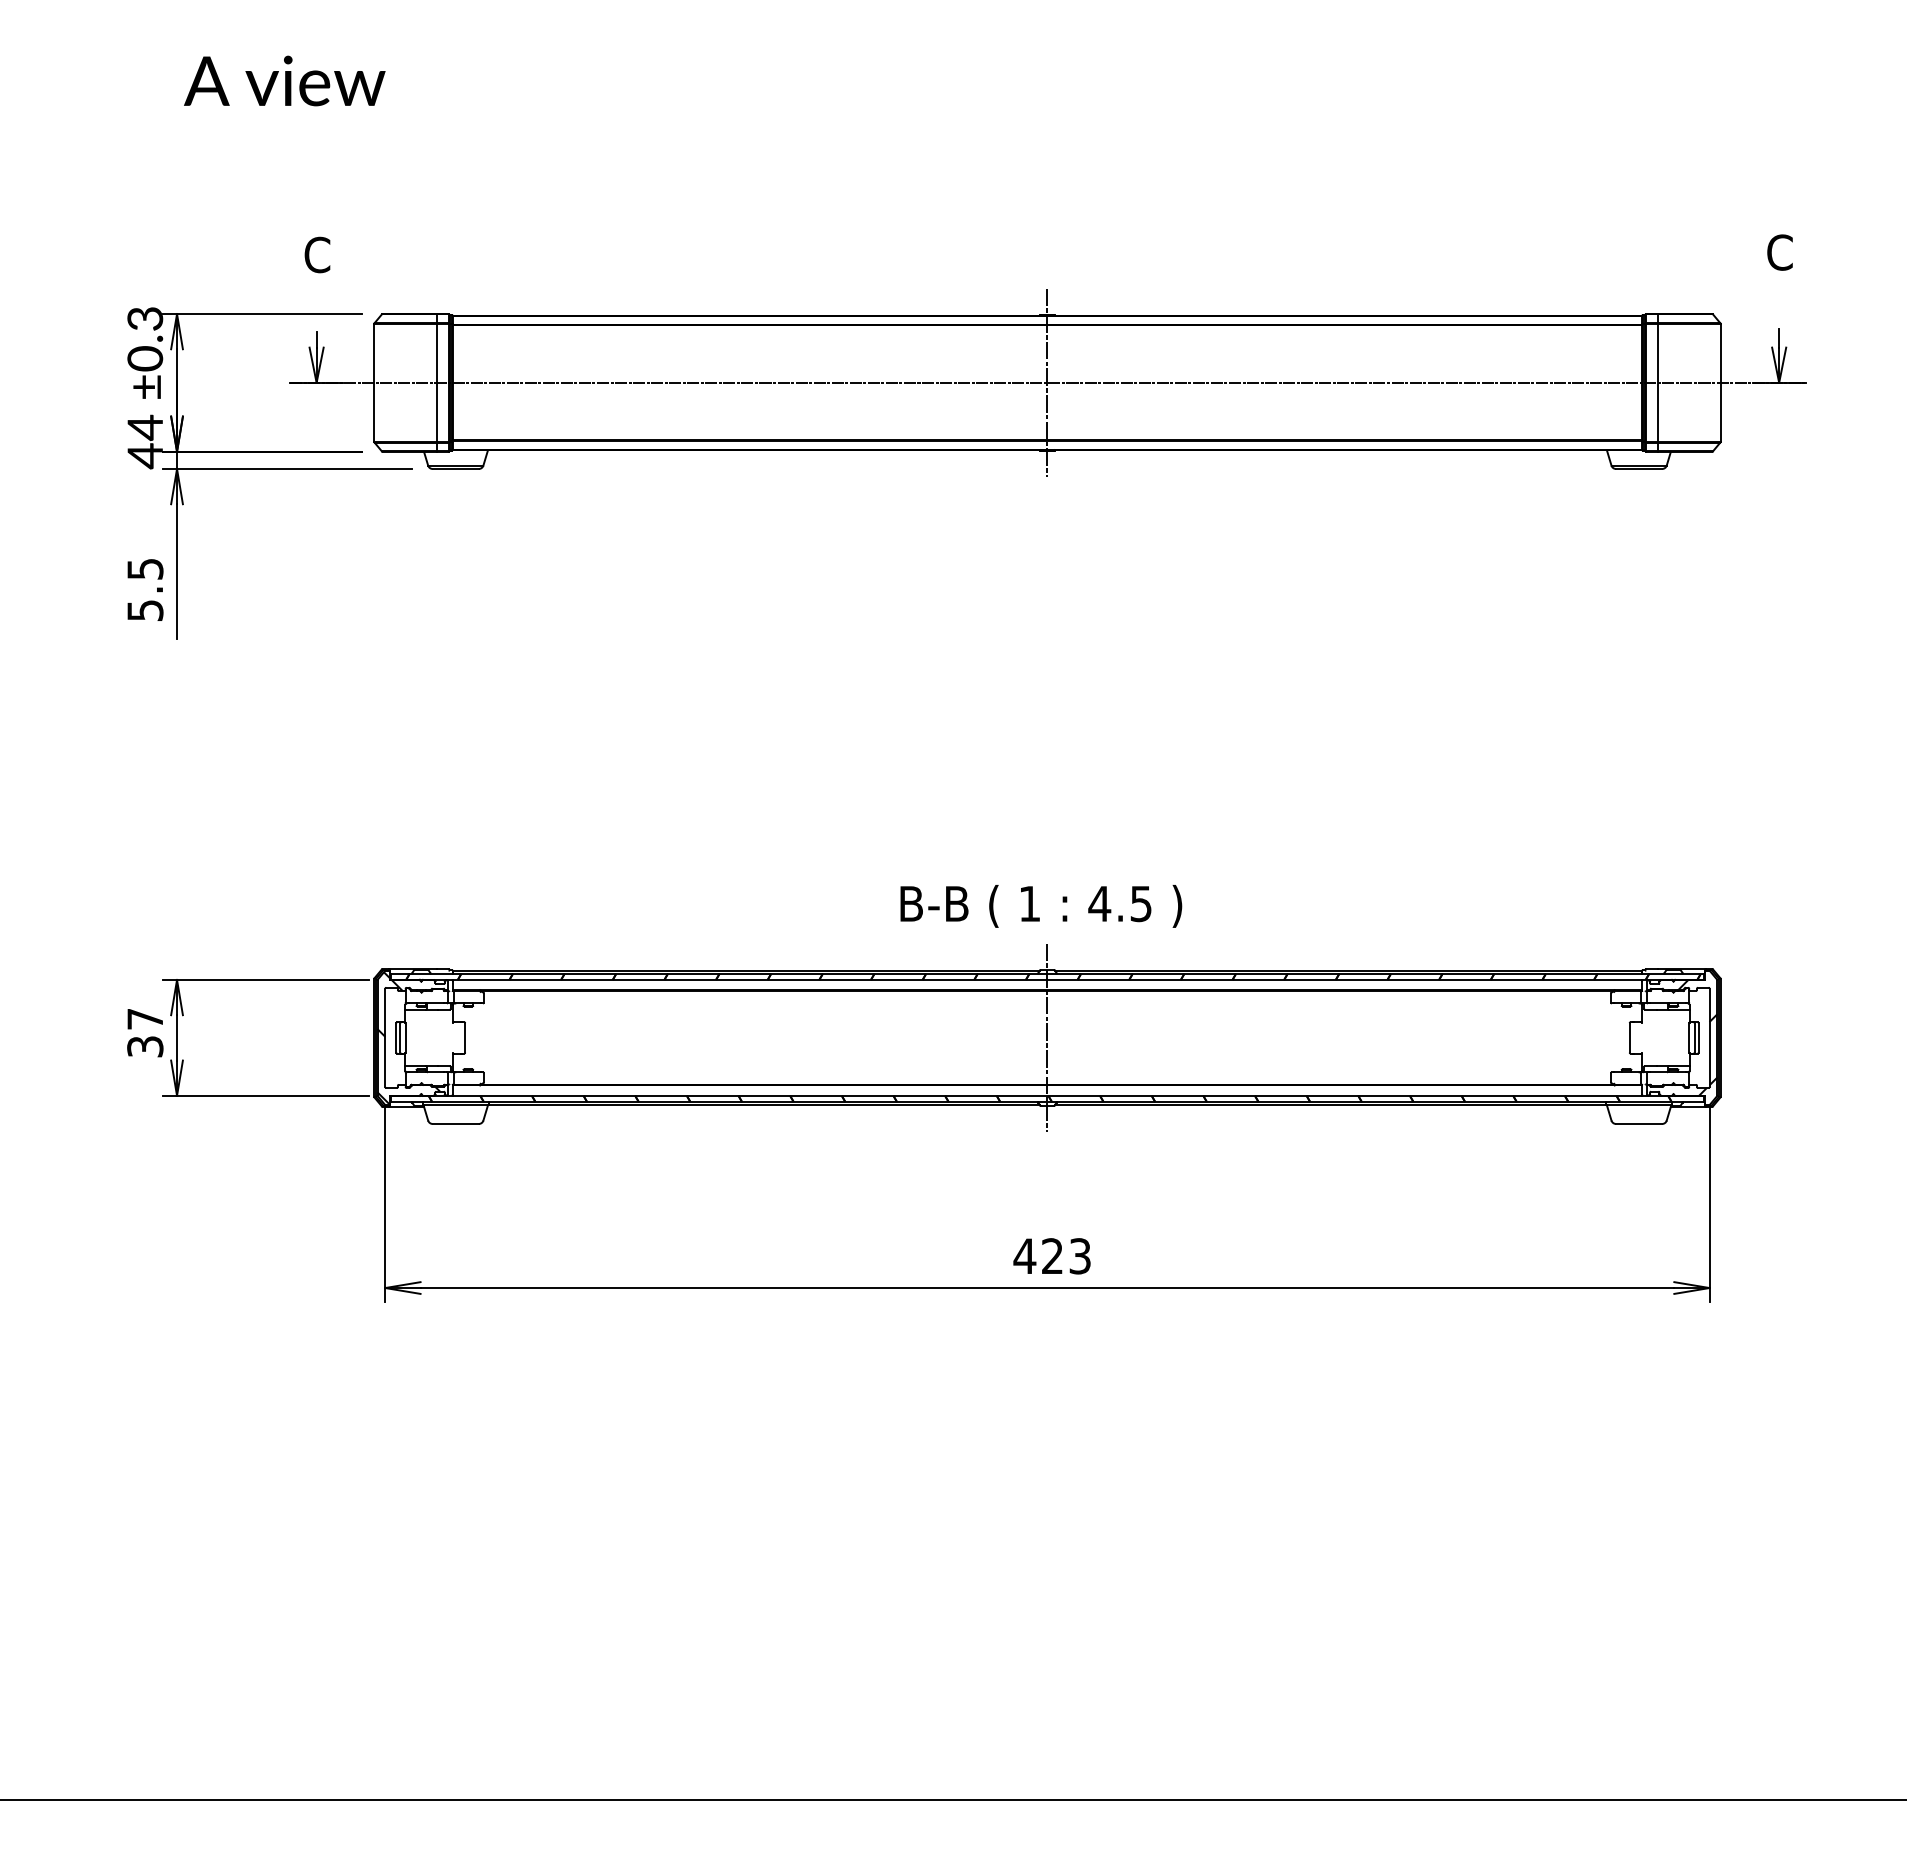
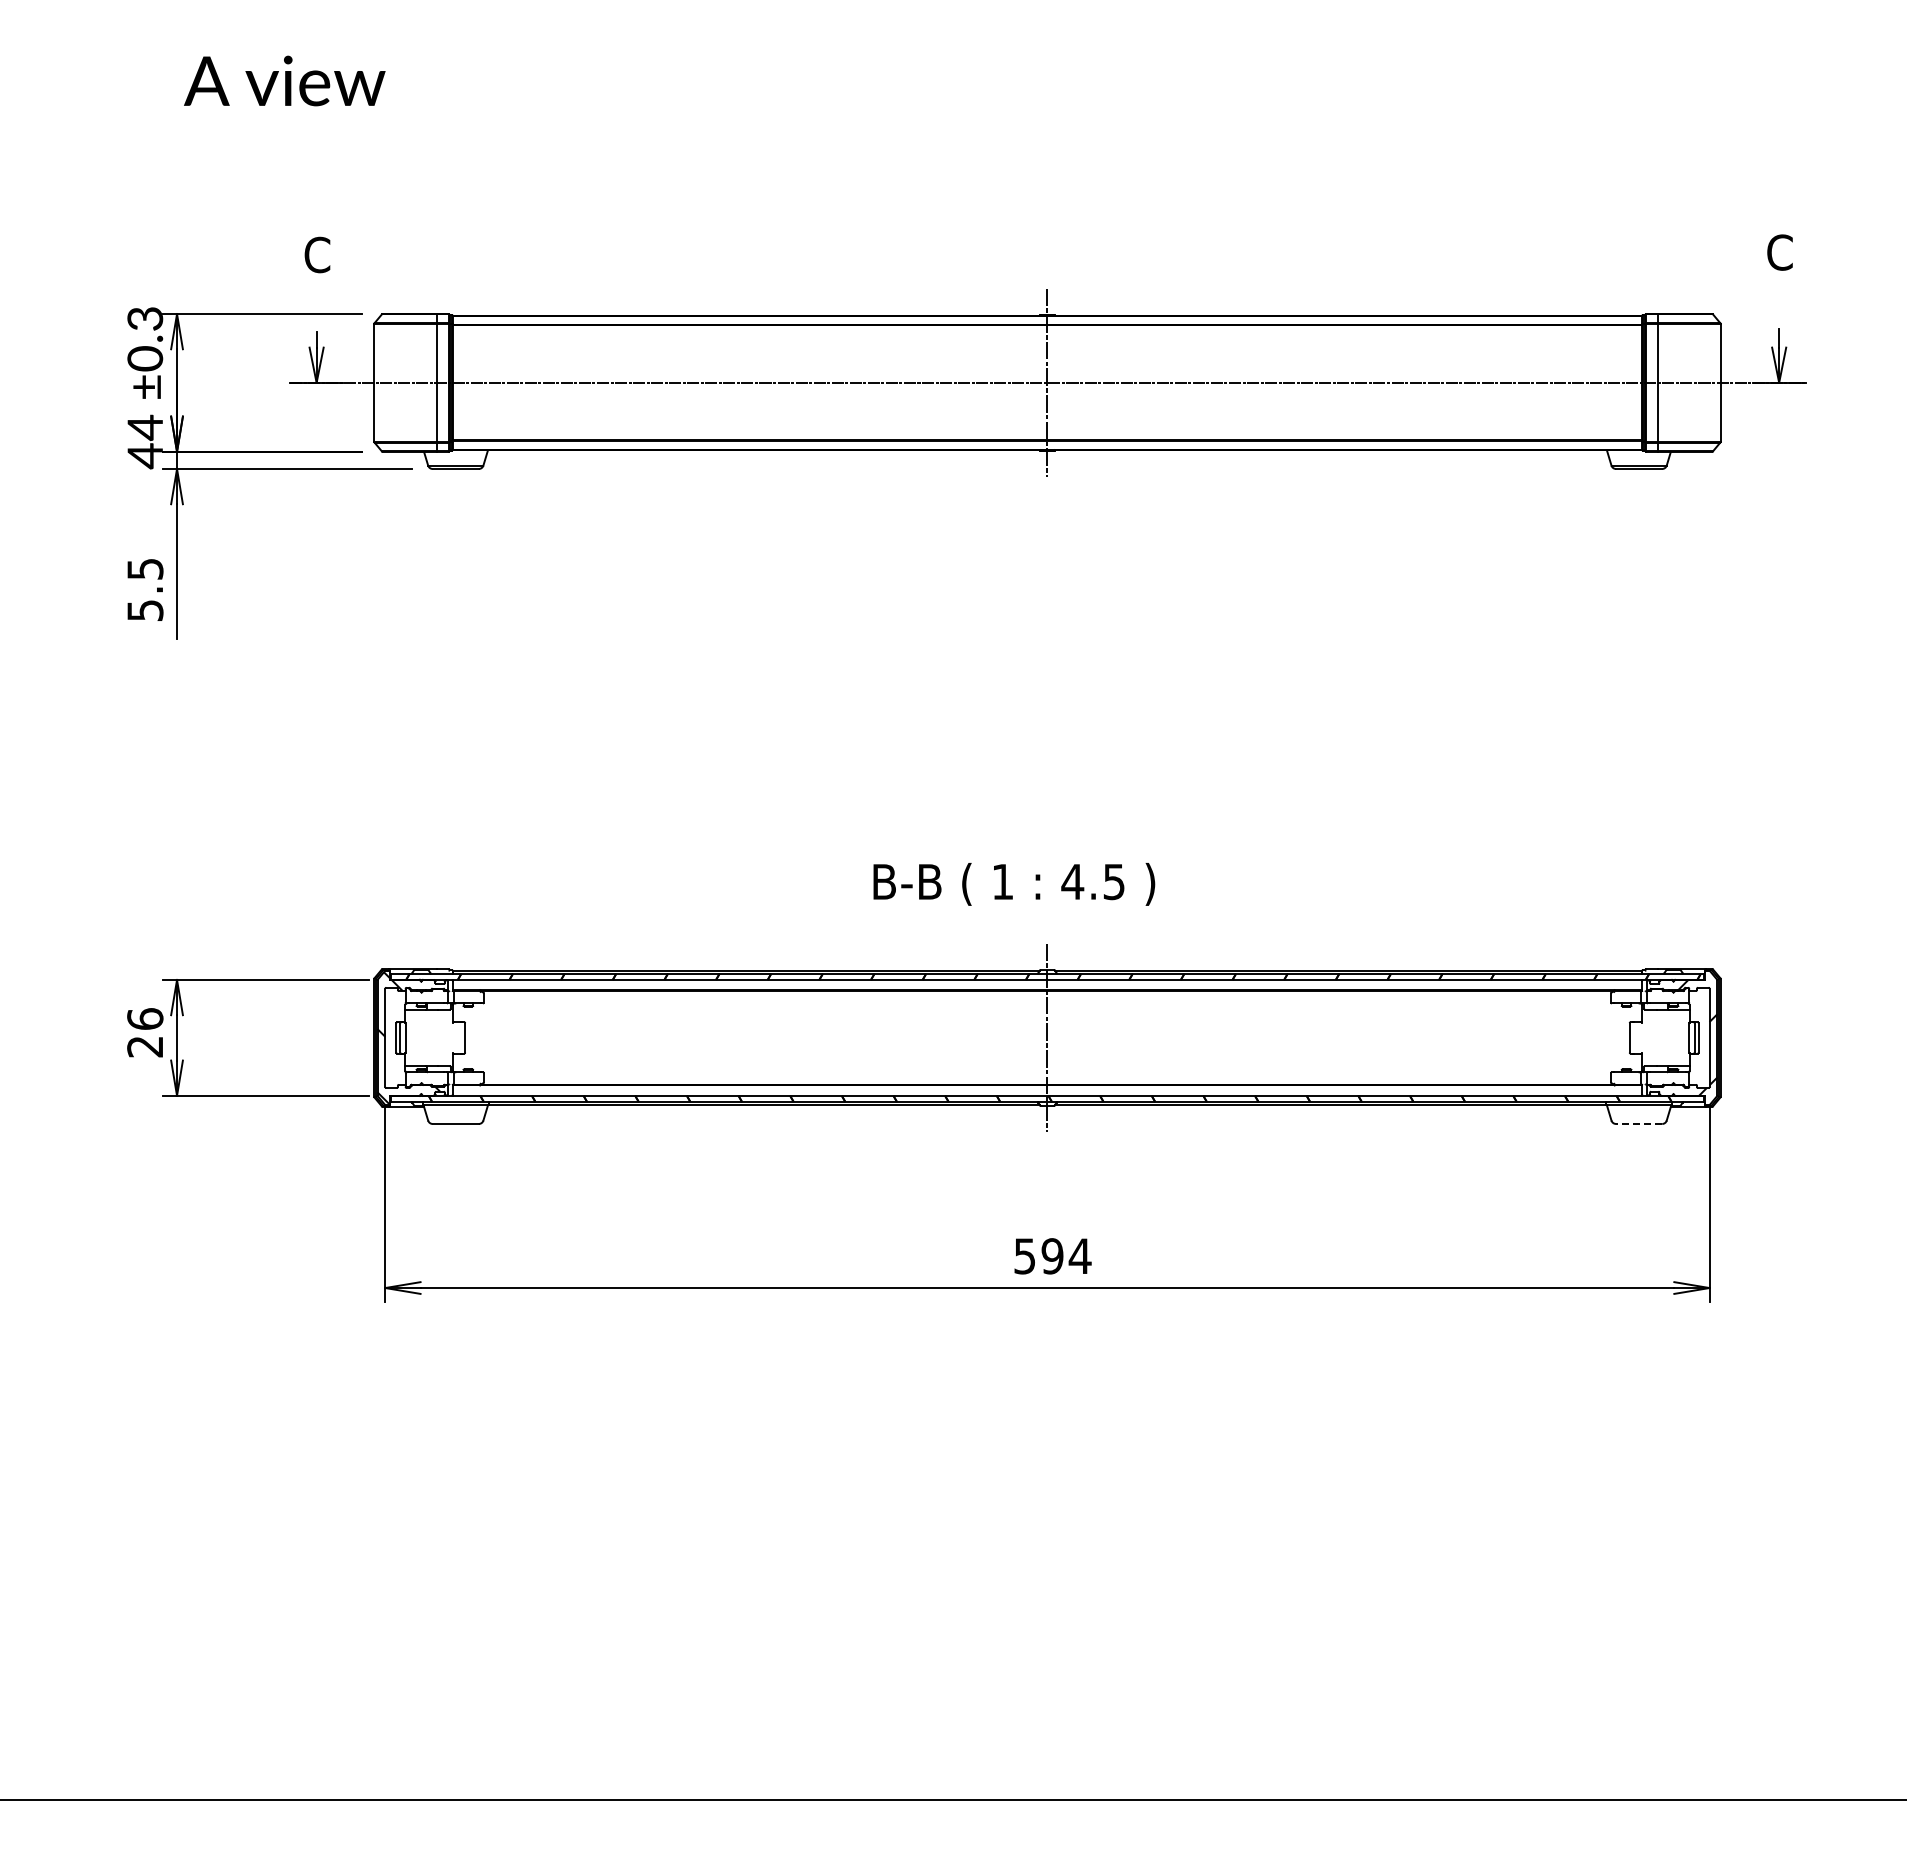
text at (1041, 906) position: (1041, 906) -> (1014, 884)
text at (145, 1032): 37 -> 26
line at (1638, 1123): solid -> dashed
text at (1052, 1256): 423 -> 594
